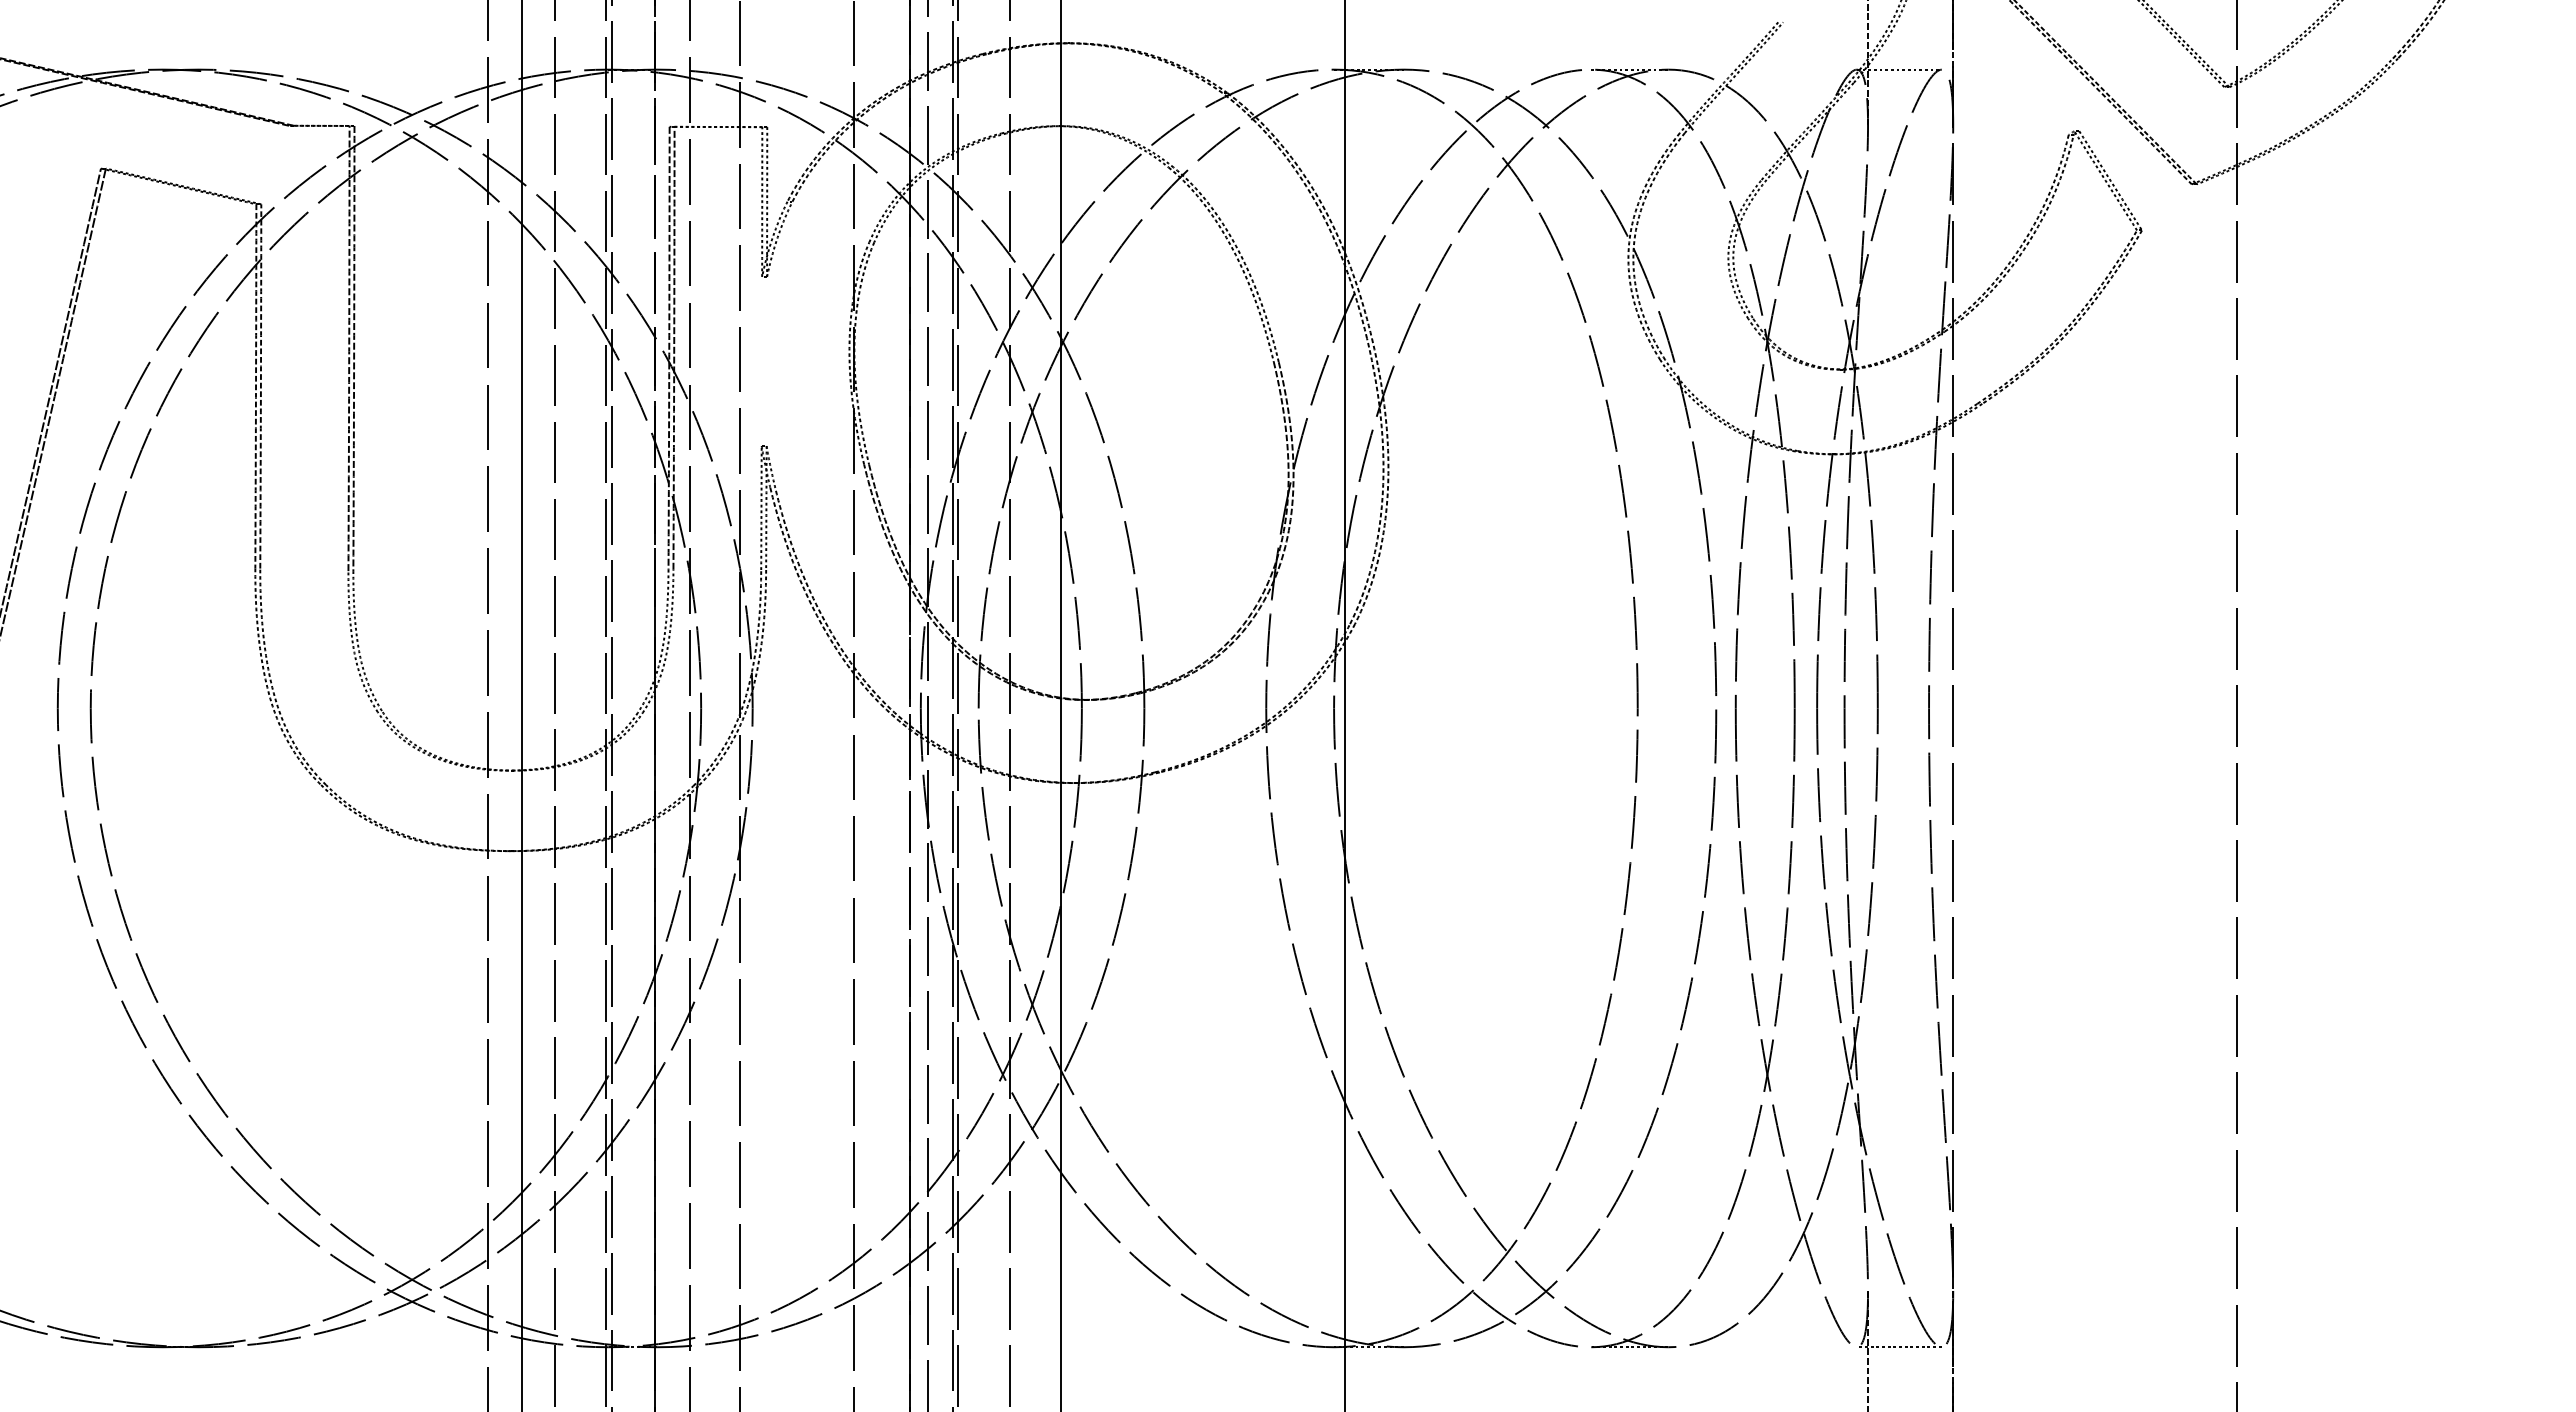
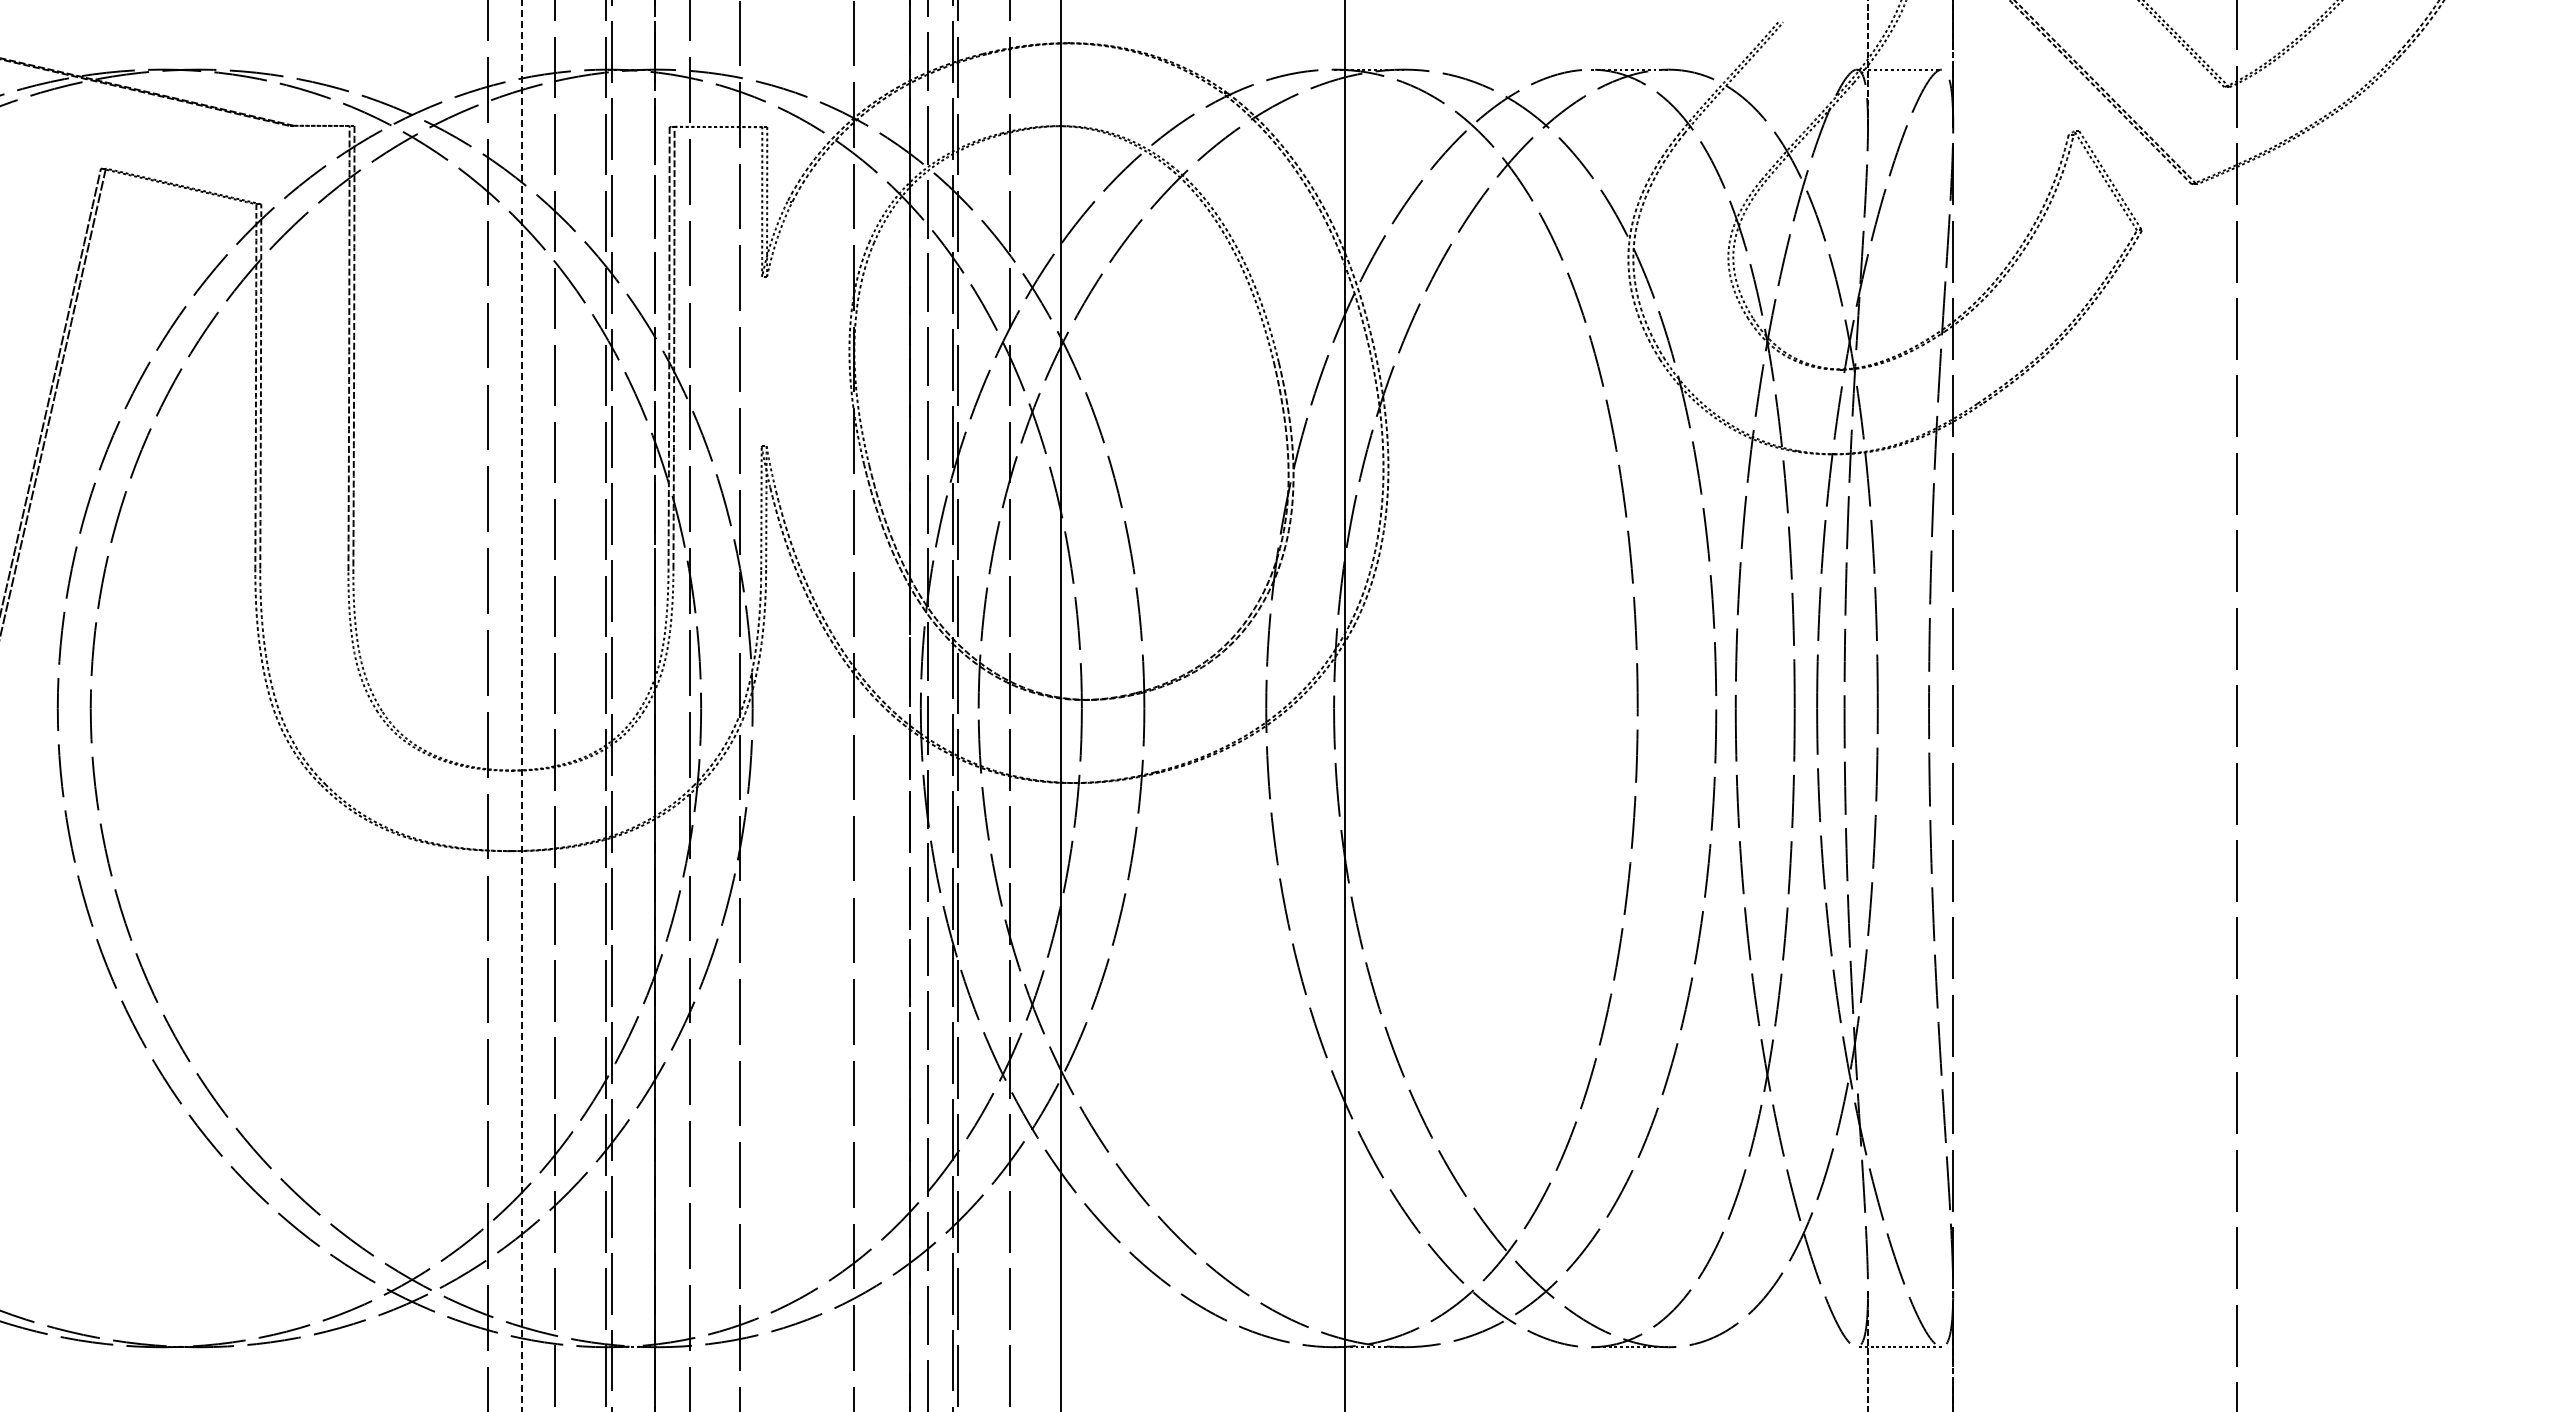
line at (521, 705): solid -> dashed
